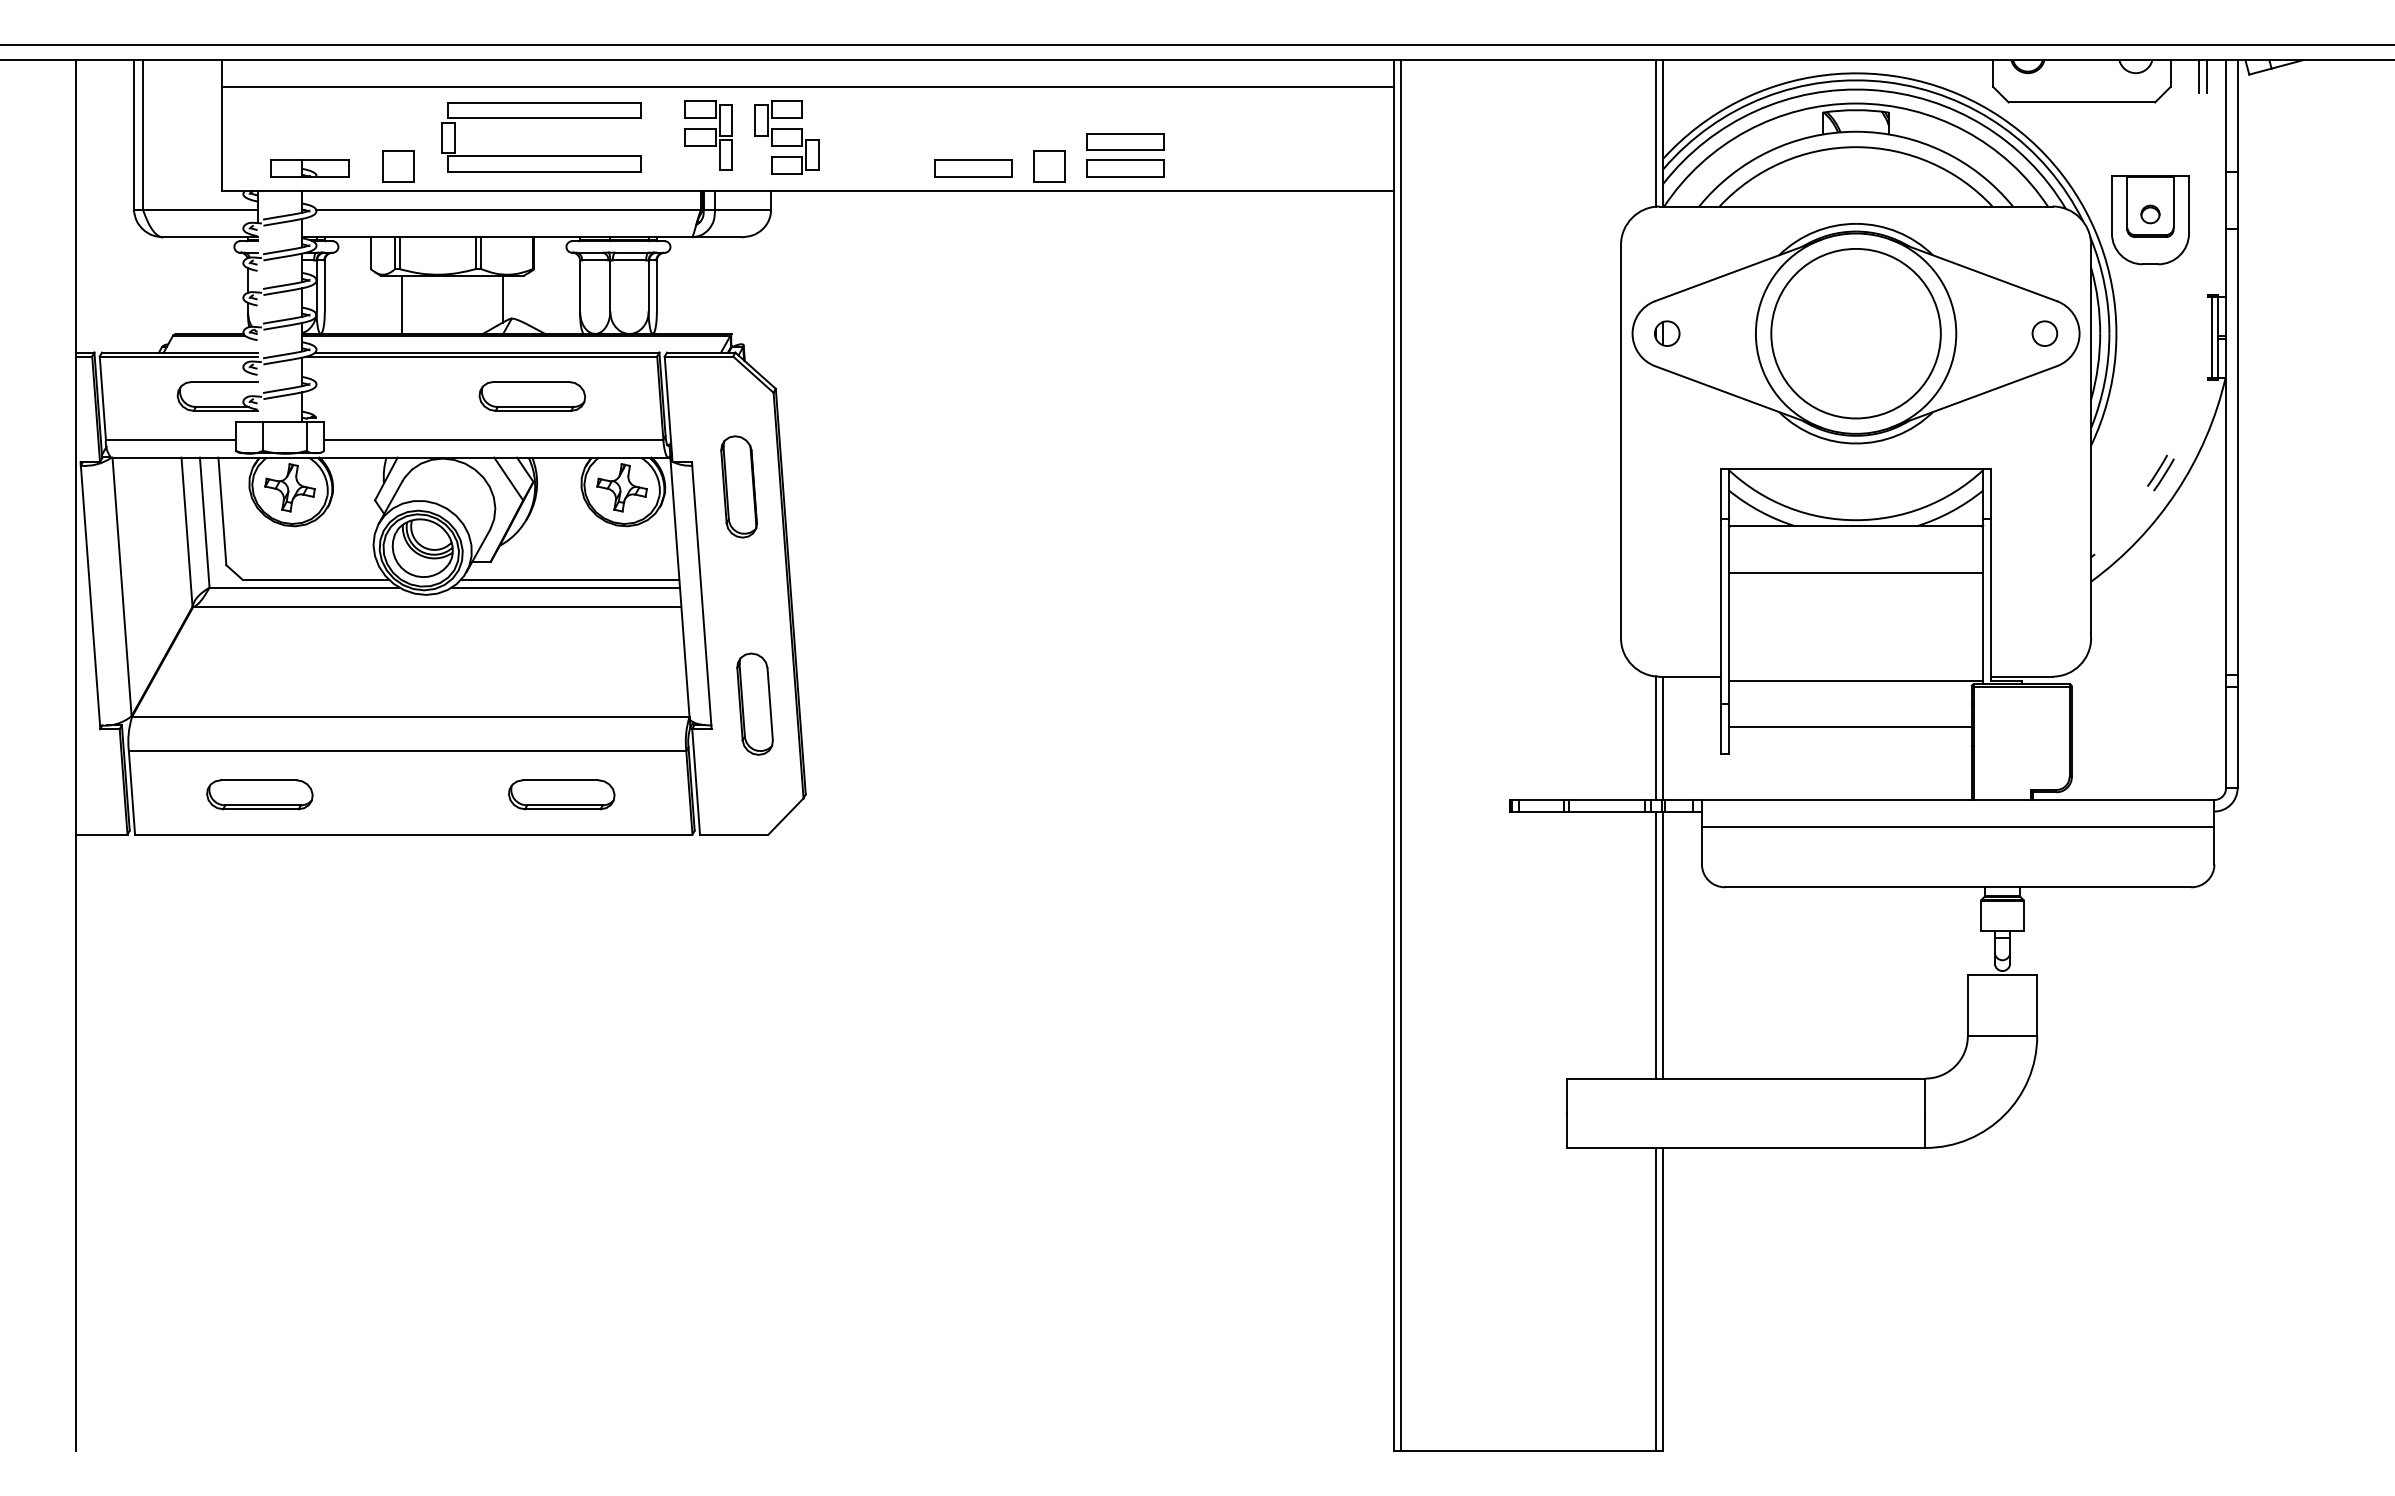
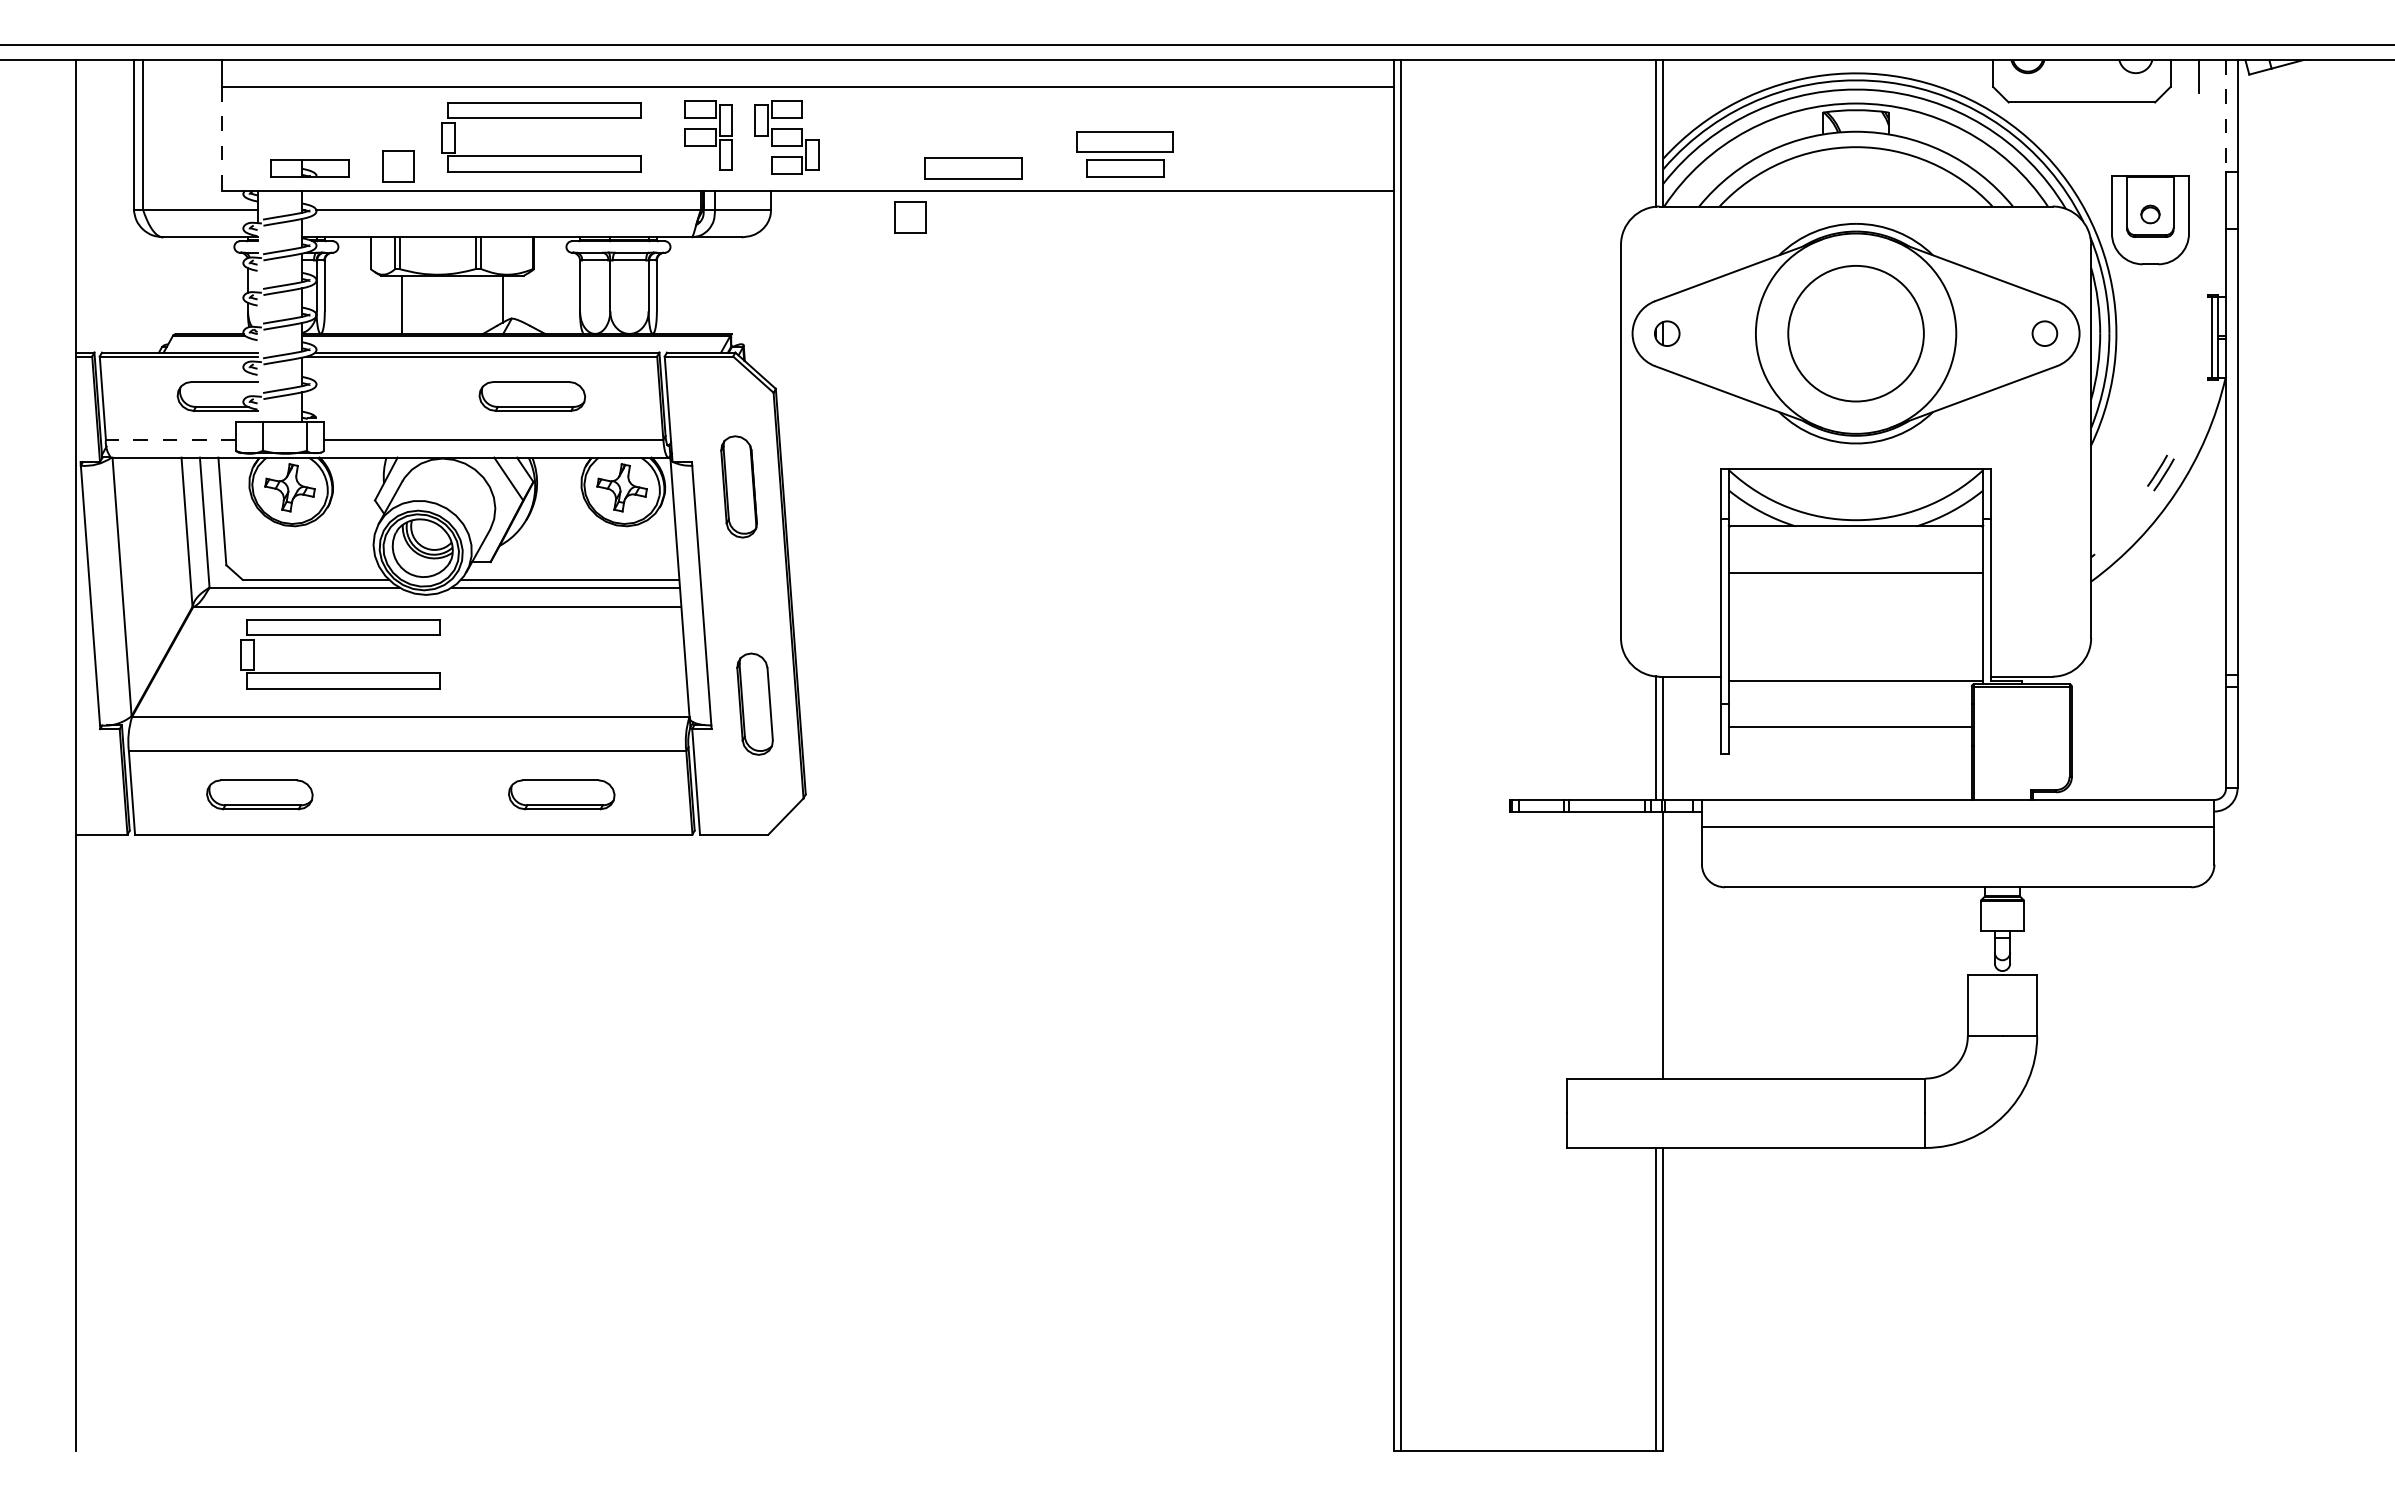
line at (2206, 76): present -> none
line at (2226, 116): solid -> dashed
line at (222, 139): solid -> dashed
part at (1125, 141) size: 79x18 px -> 98x22 px
part at (1049, 166) position: (1049, 166) -> (910, 217)
part at (973, 168) size: 79x19 px -> 99x23 px
circle at (1855, 333) diameter: 170 px -> 136 px
line at (170, 439): solid -> dashed
part at (340, 672): none -> present
line at (1655, 944): present -> none
